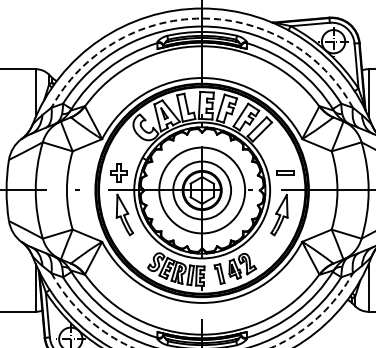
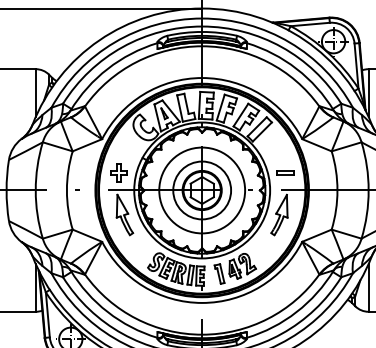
line at (102, 8): none -> present
arc at (202, 18): dashed -> solid
arc at (271, 347): dashed -> solid
